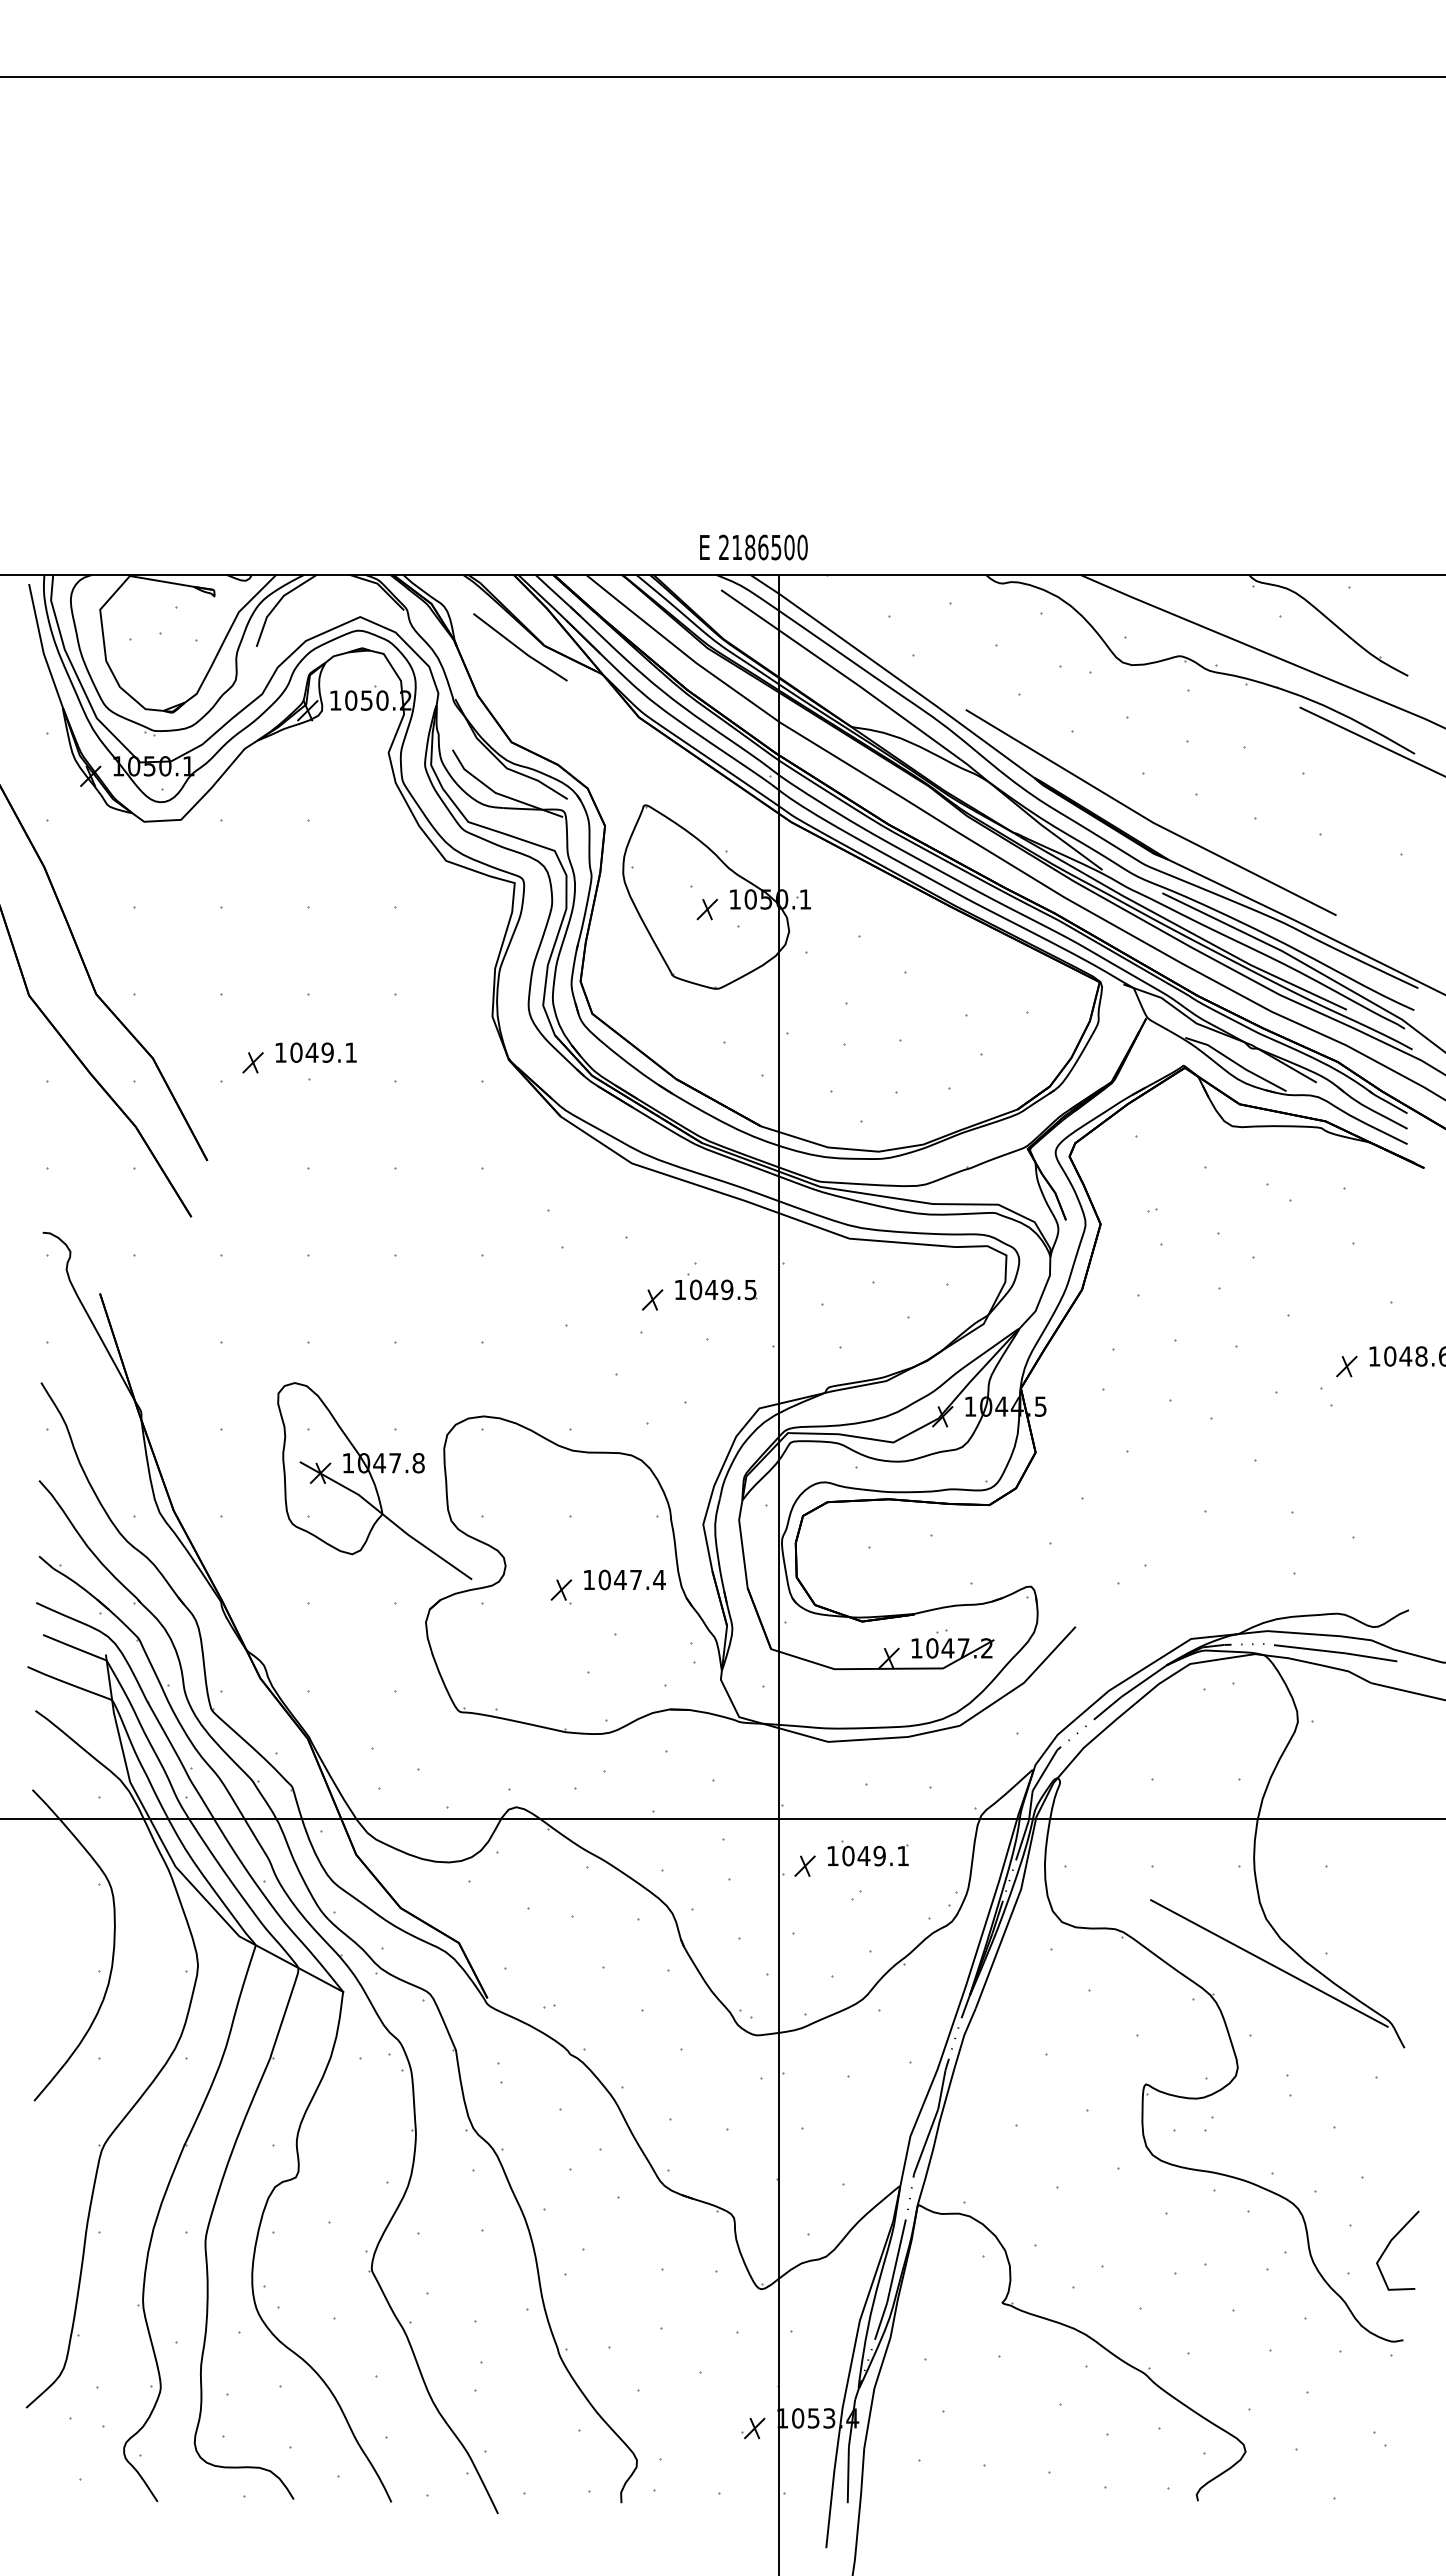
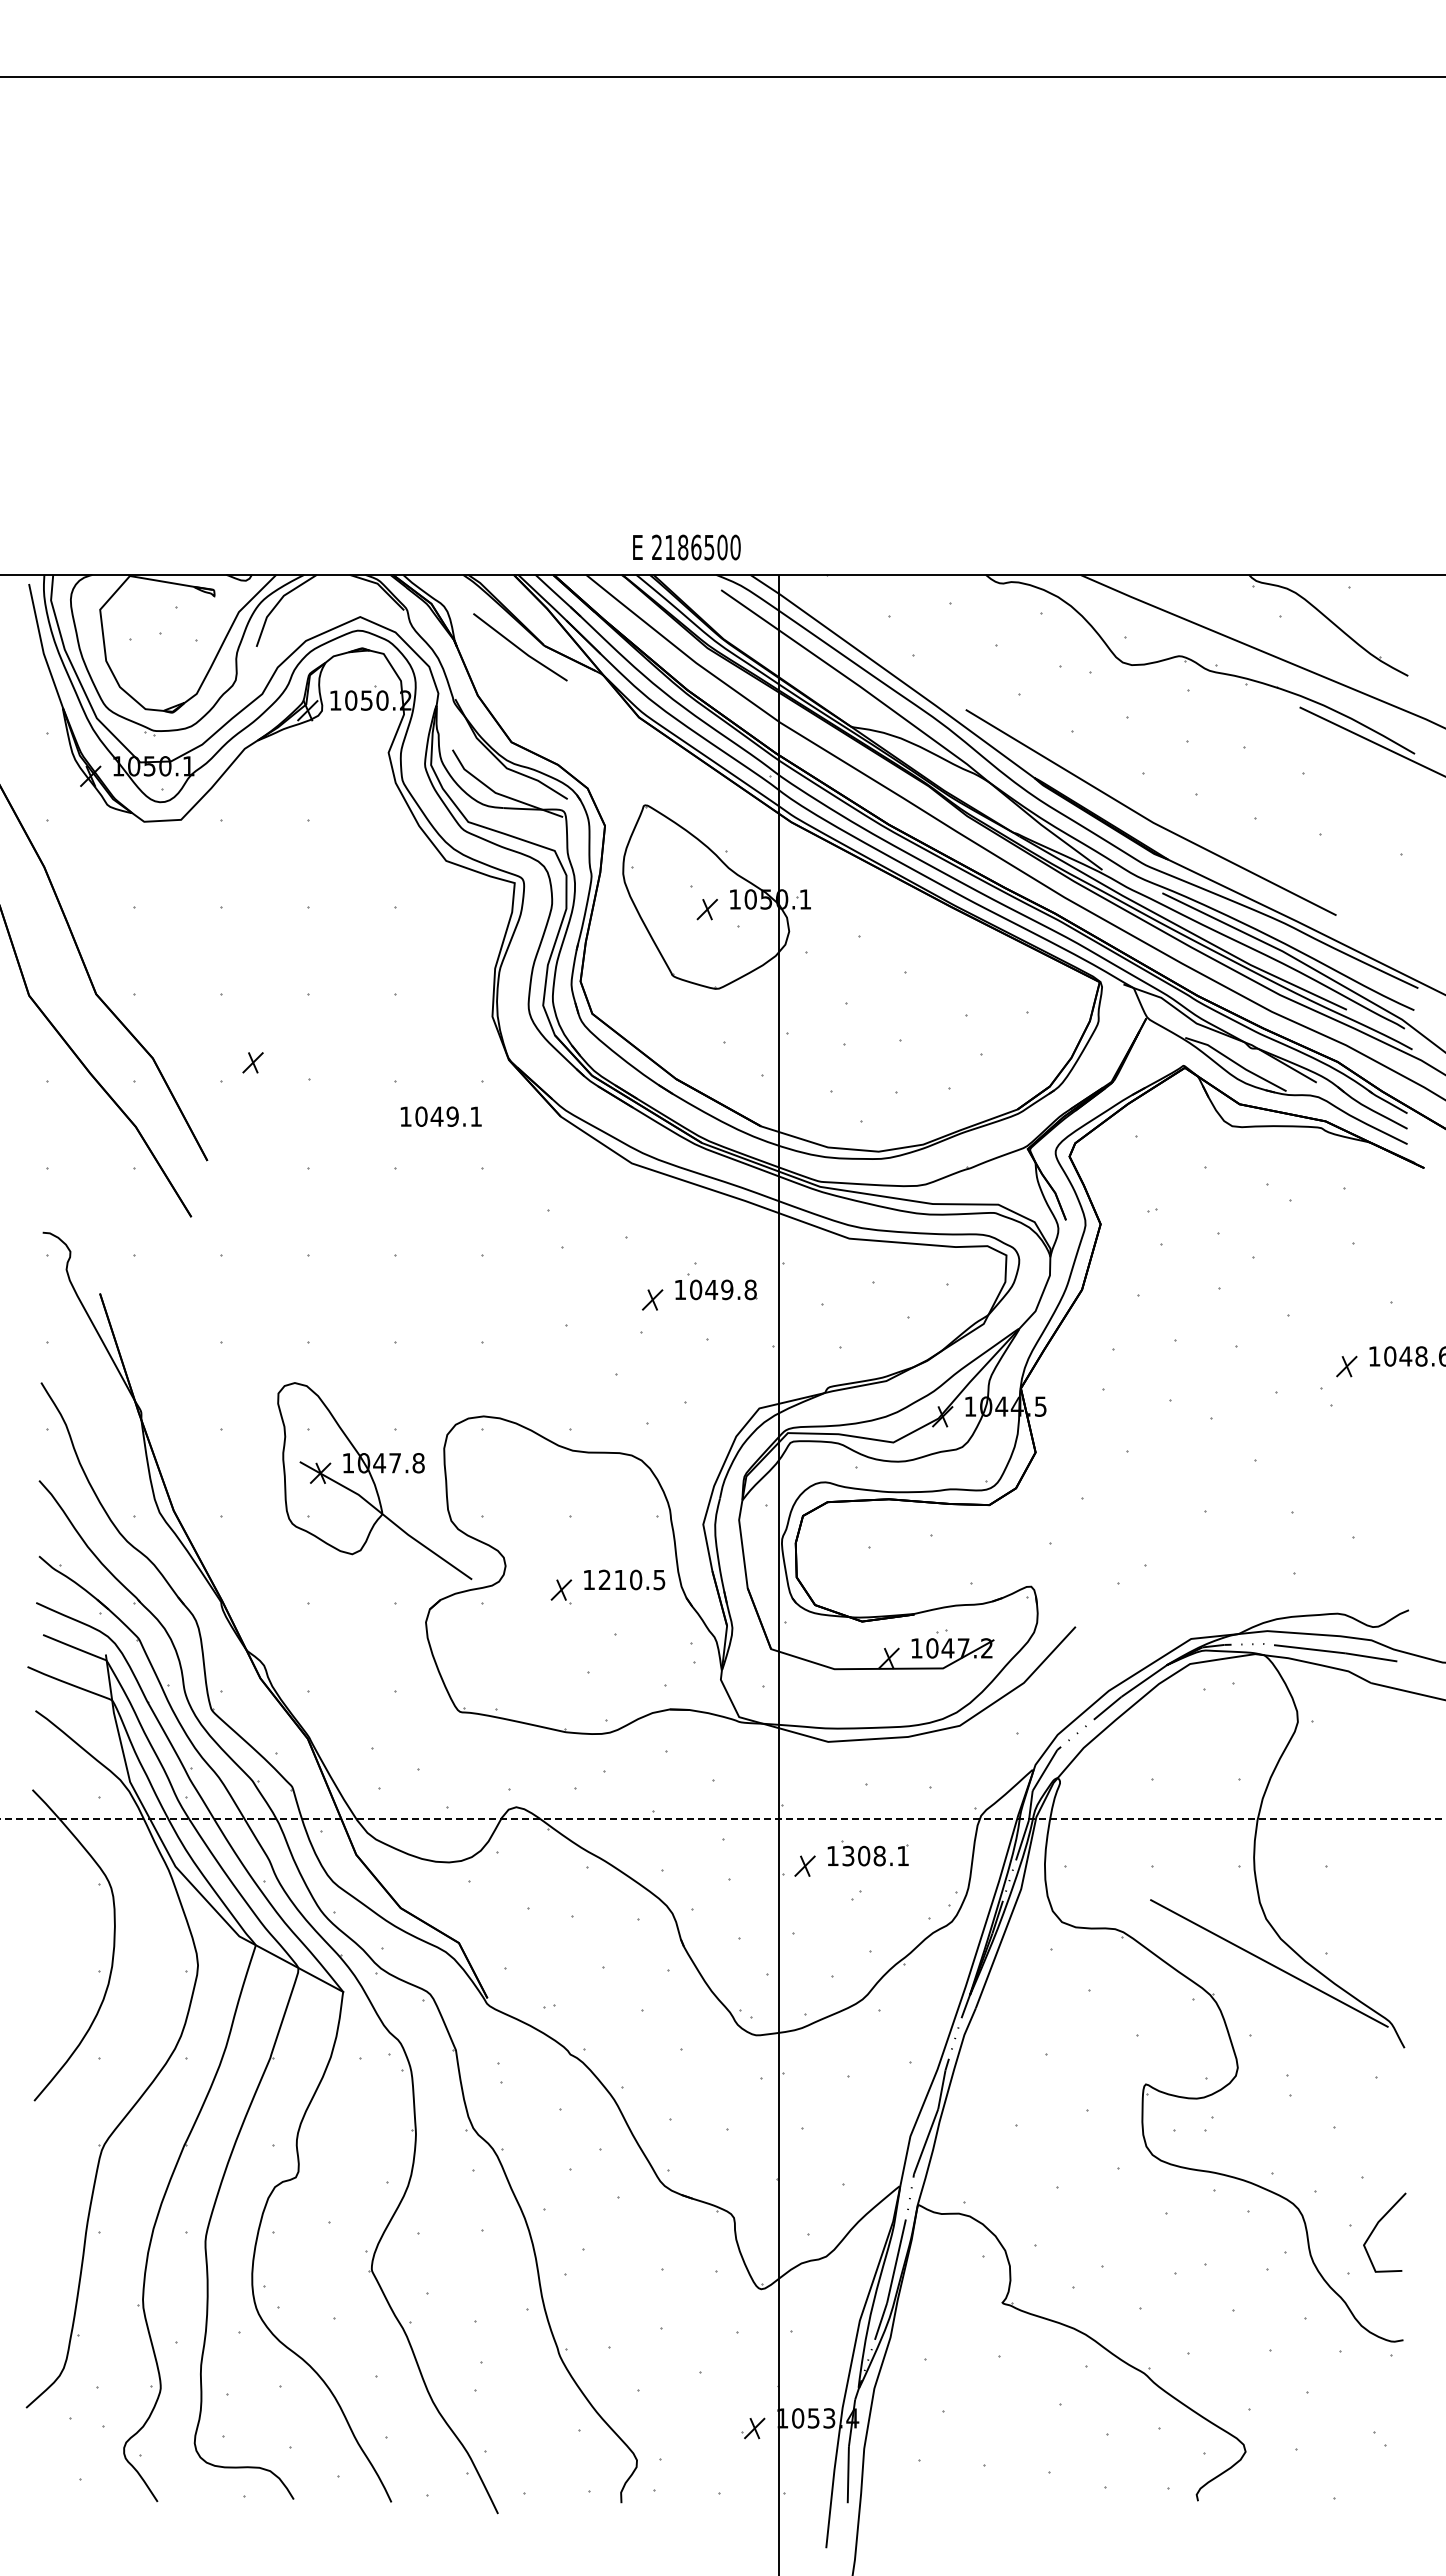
text at (753, 547) position: (753, 547) -> (686, 547)
text at (315, 1052) position: (315, 1052) -> (440, 1116)
text at (750, 1289): 1049.5 -> 1049.8
text at (631, 1579): 1047.4 -> 1210.5
line at (722, 1819): solid -> dashed
text at (863, 1855): 1049.1 -> 1308.1
line at (1389, 2245) position: (1389, 2245) -> (1376, 2227)
